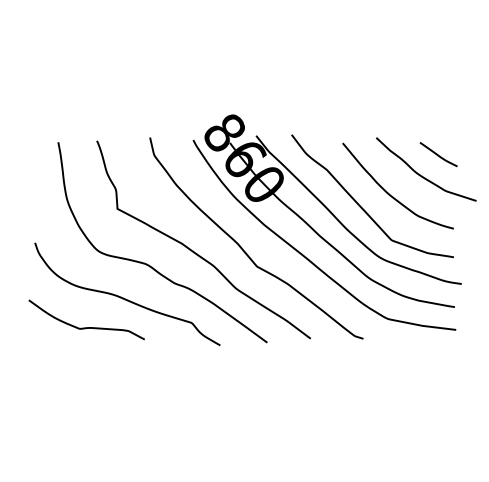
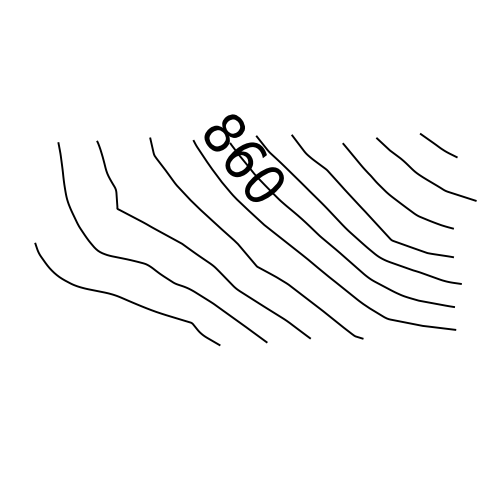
curve at (438, 154) position: (438, 154) -> (438, 145)
curve at (86, 327): present -> none
